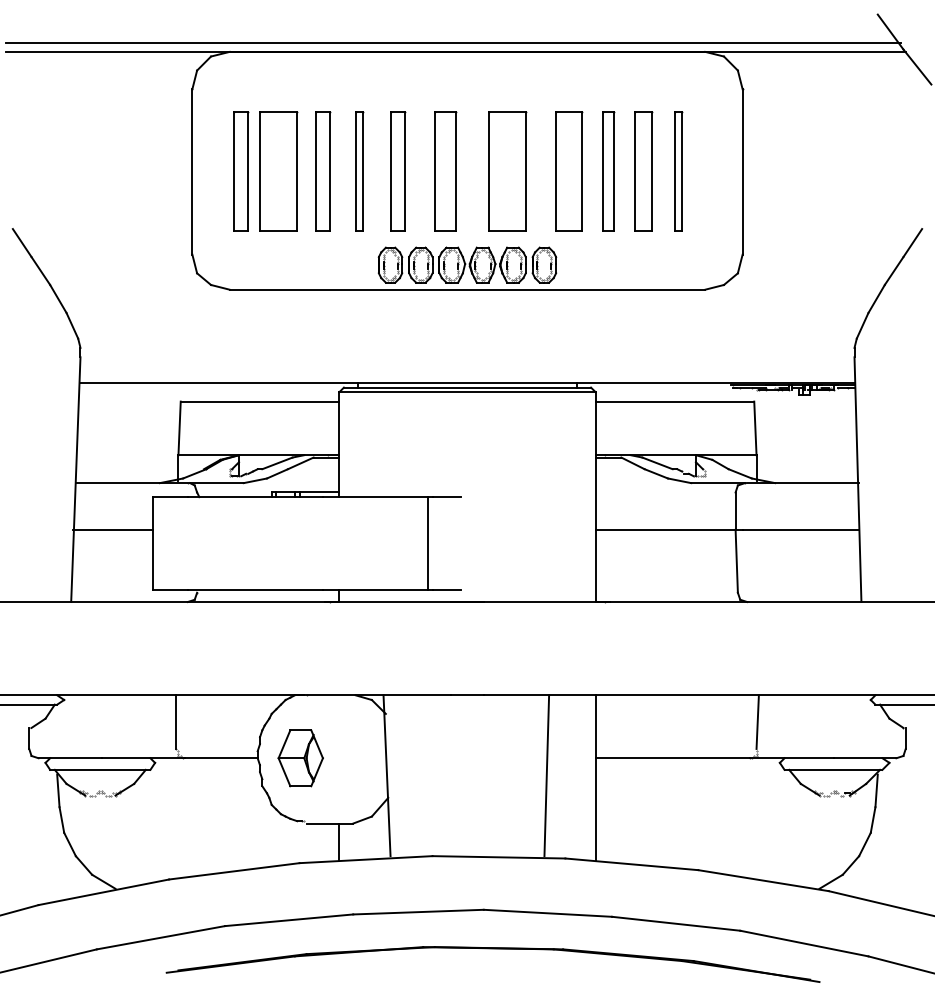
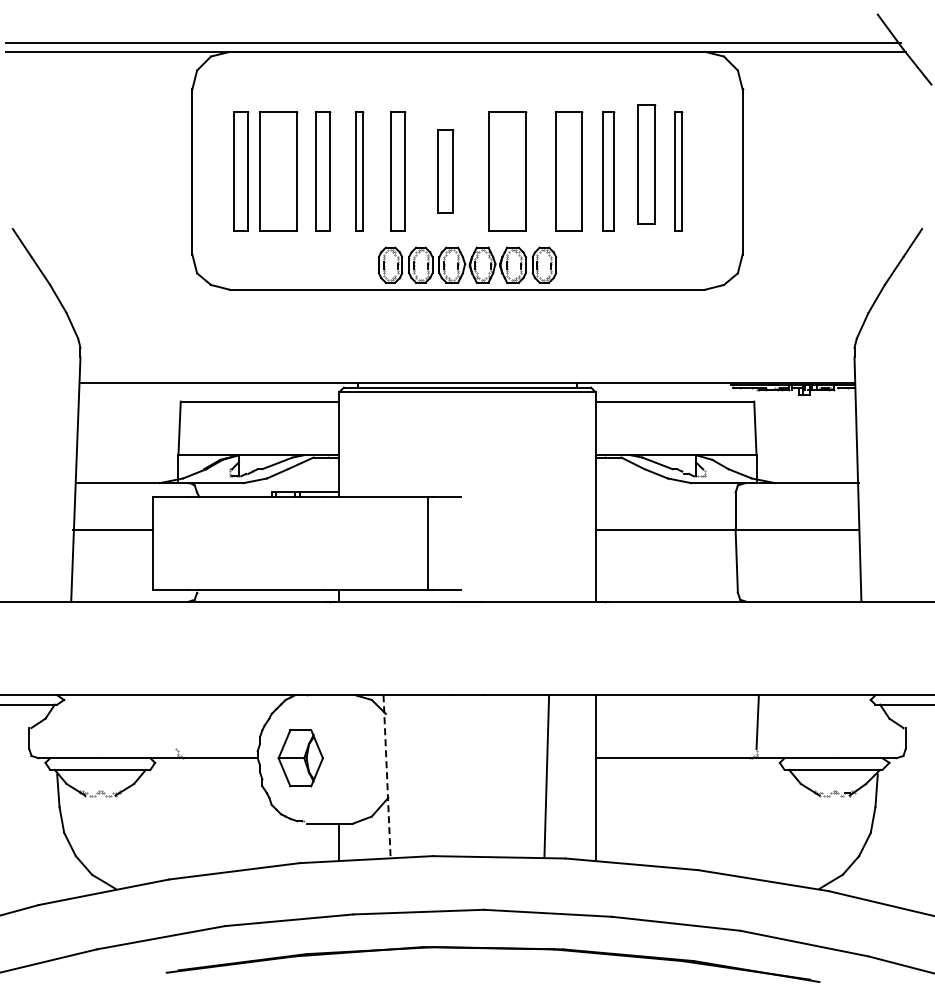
part at (445, 171) size: 24x121 px -> 18x85 px
part at (643, 171) position: (643, 171) -> (646, 164)
line at (176, 721): present -> none
line at (387, 776): solid -> dashed
